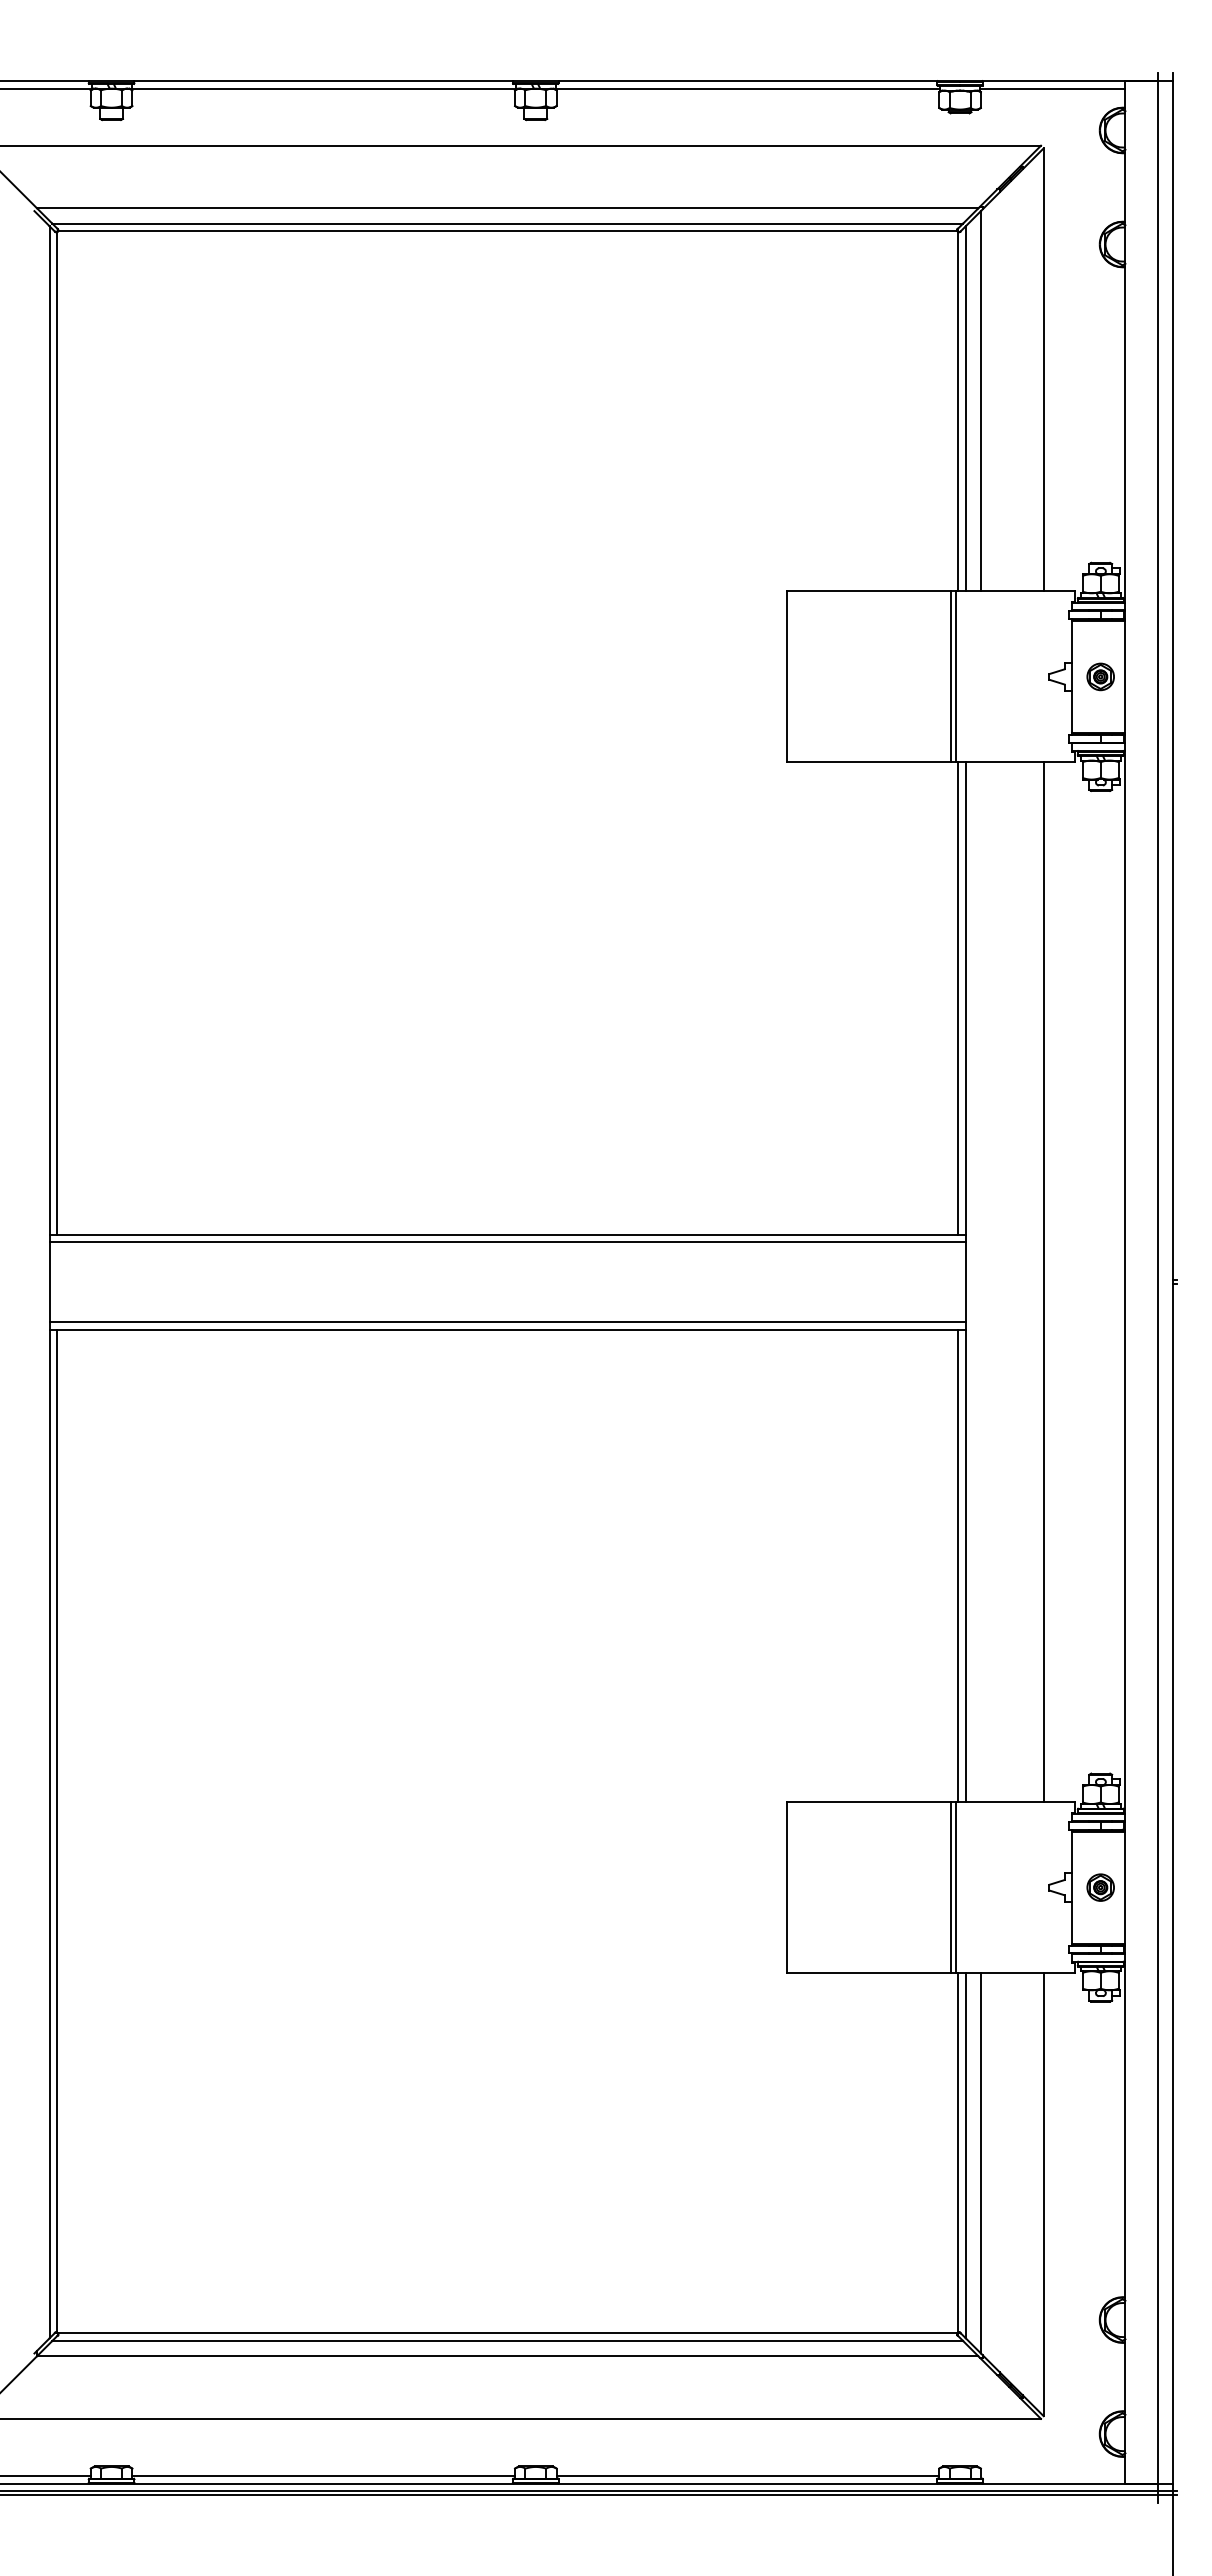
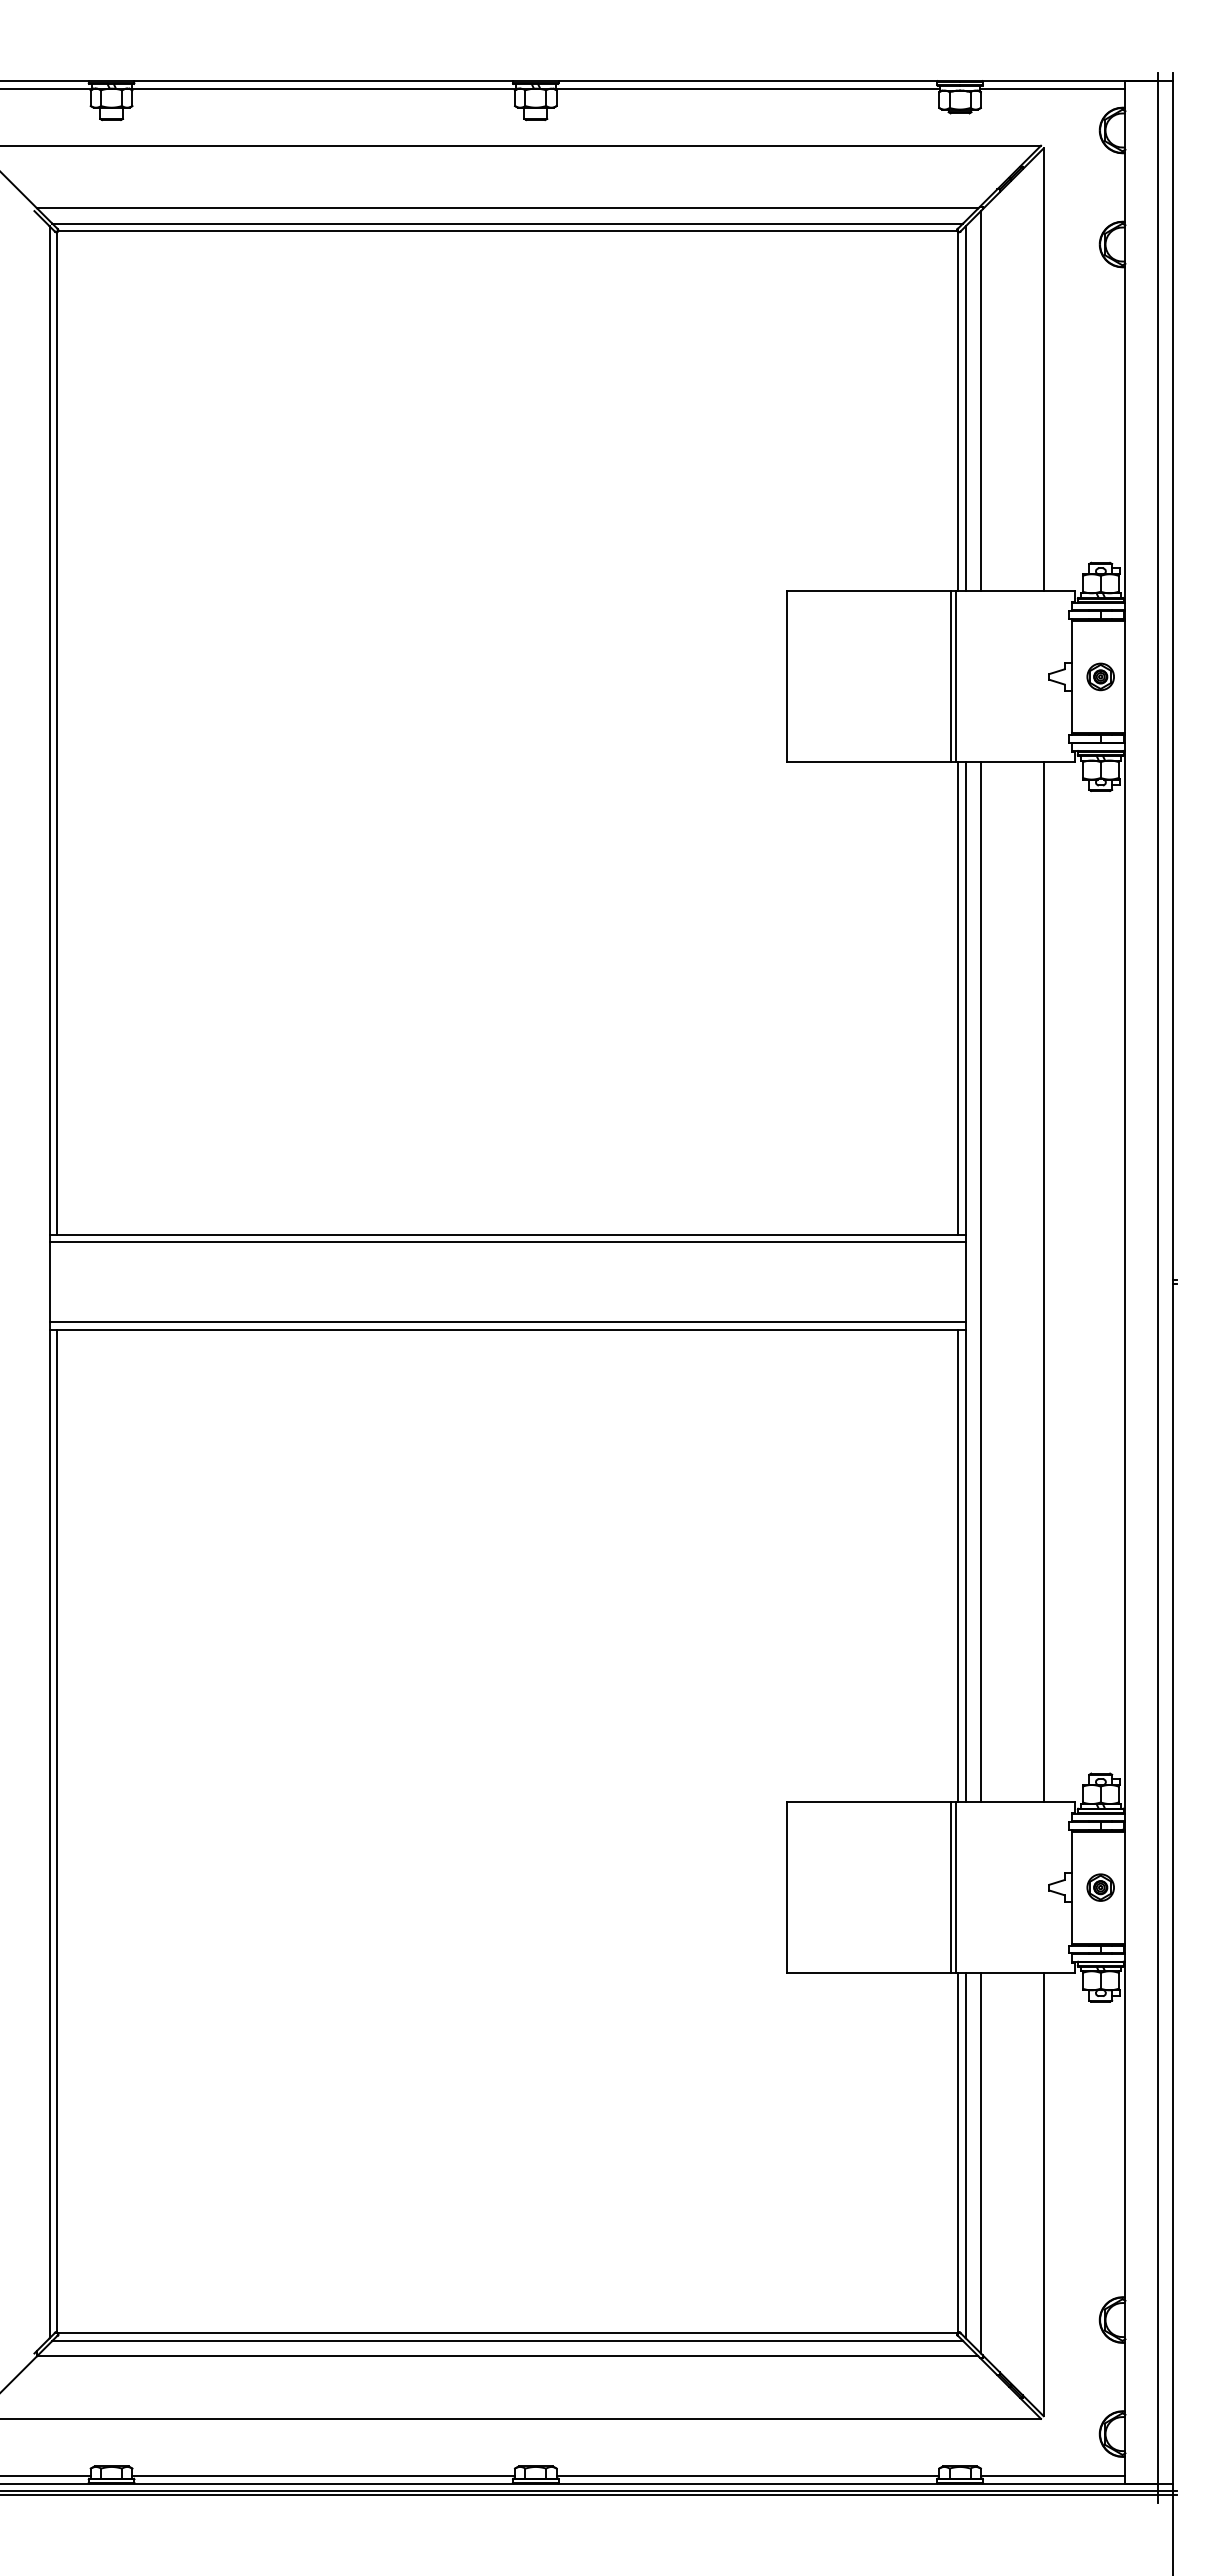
line at (980, 1282): none -> present
line at (1052, 2475): none -> present
